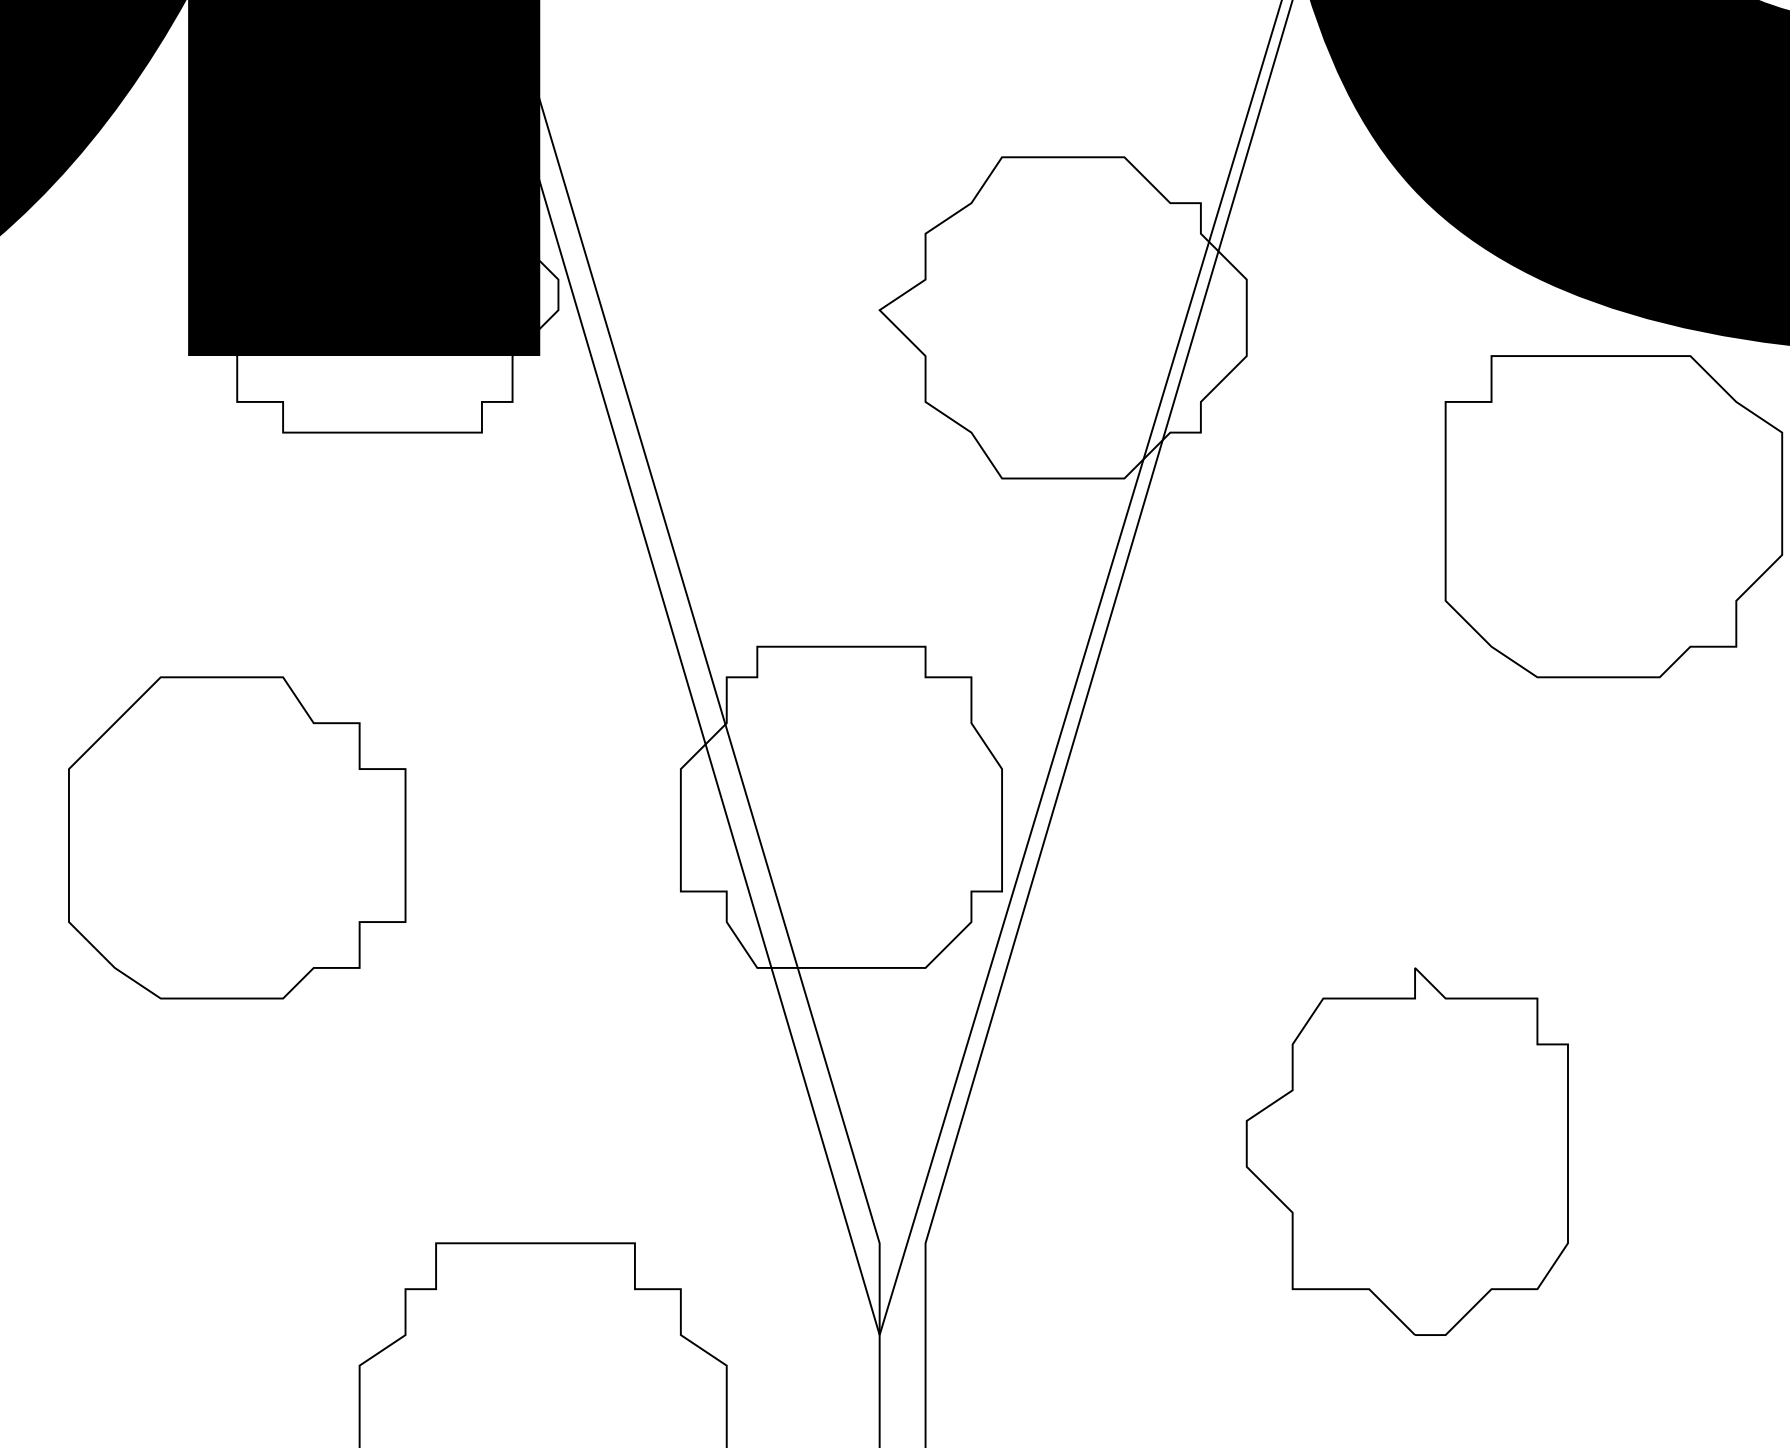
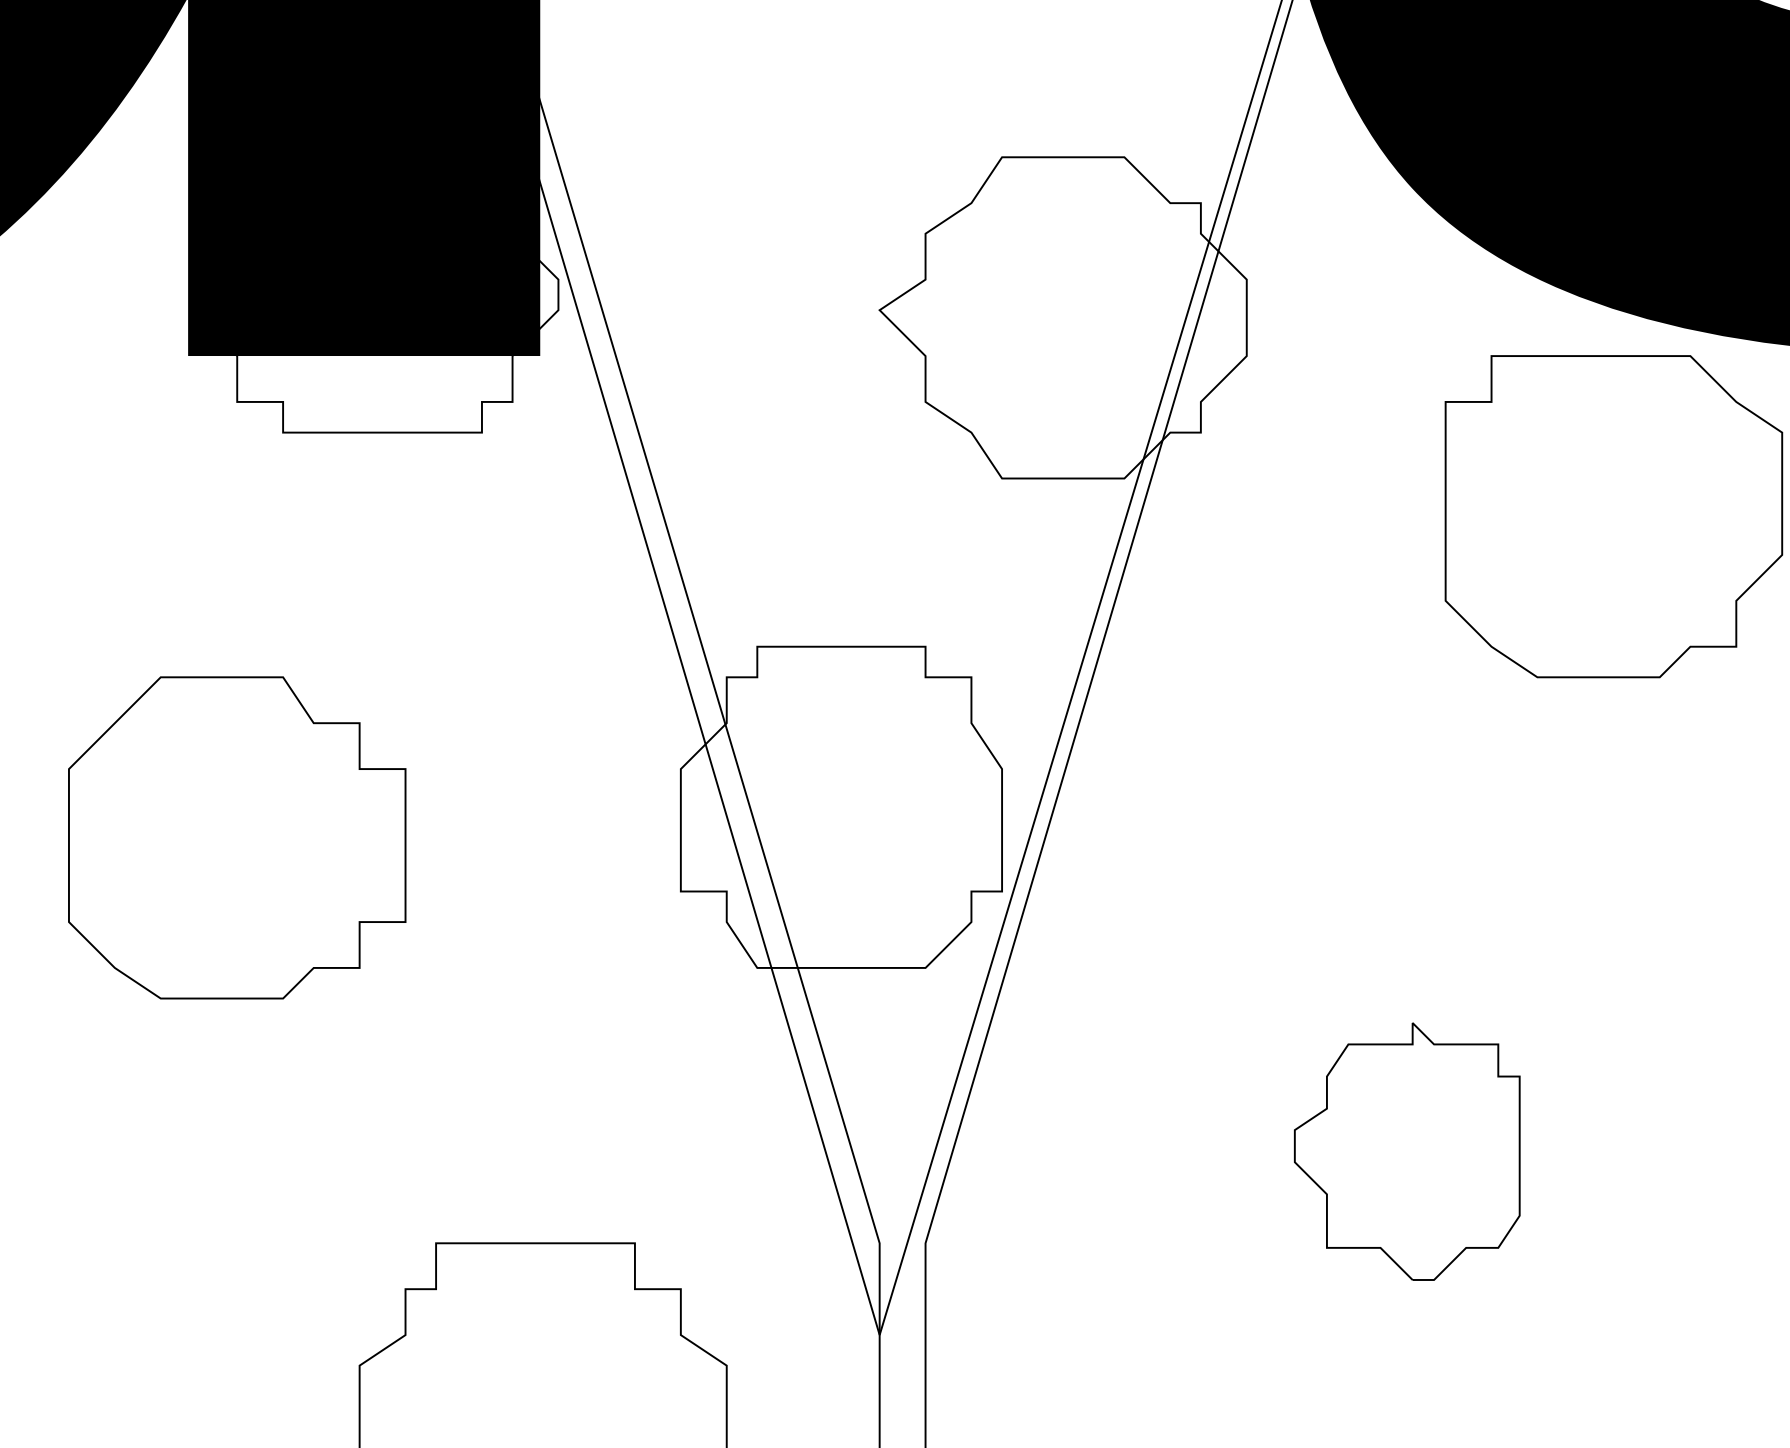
part at (1406, 1151) size: 324x369 px -> 227x259 px
